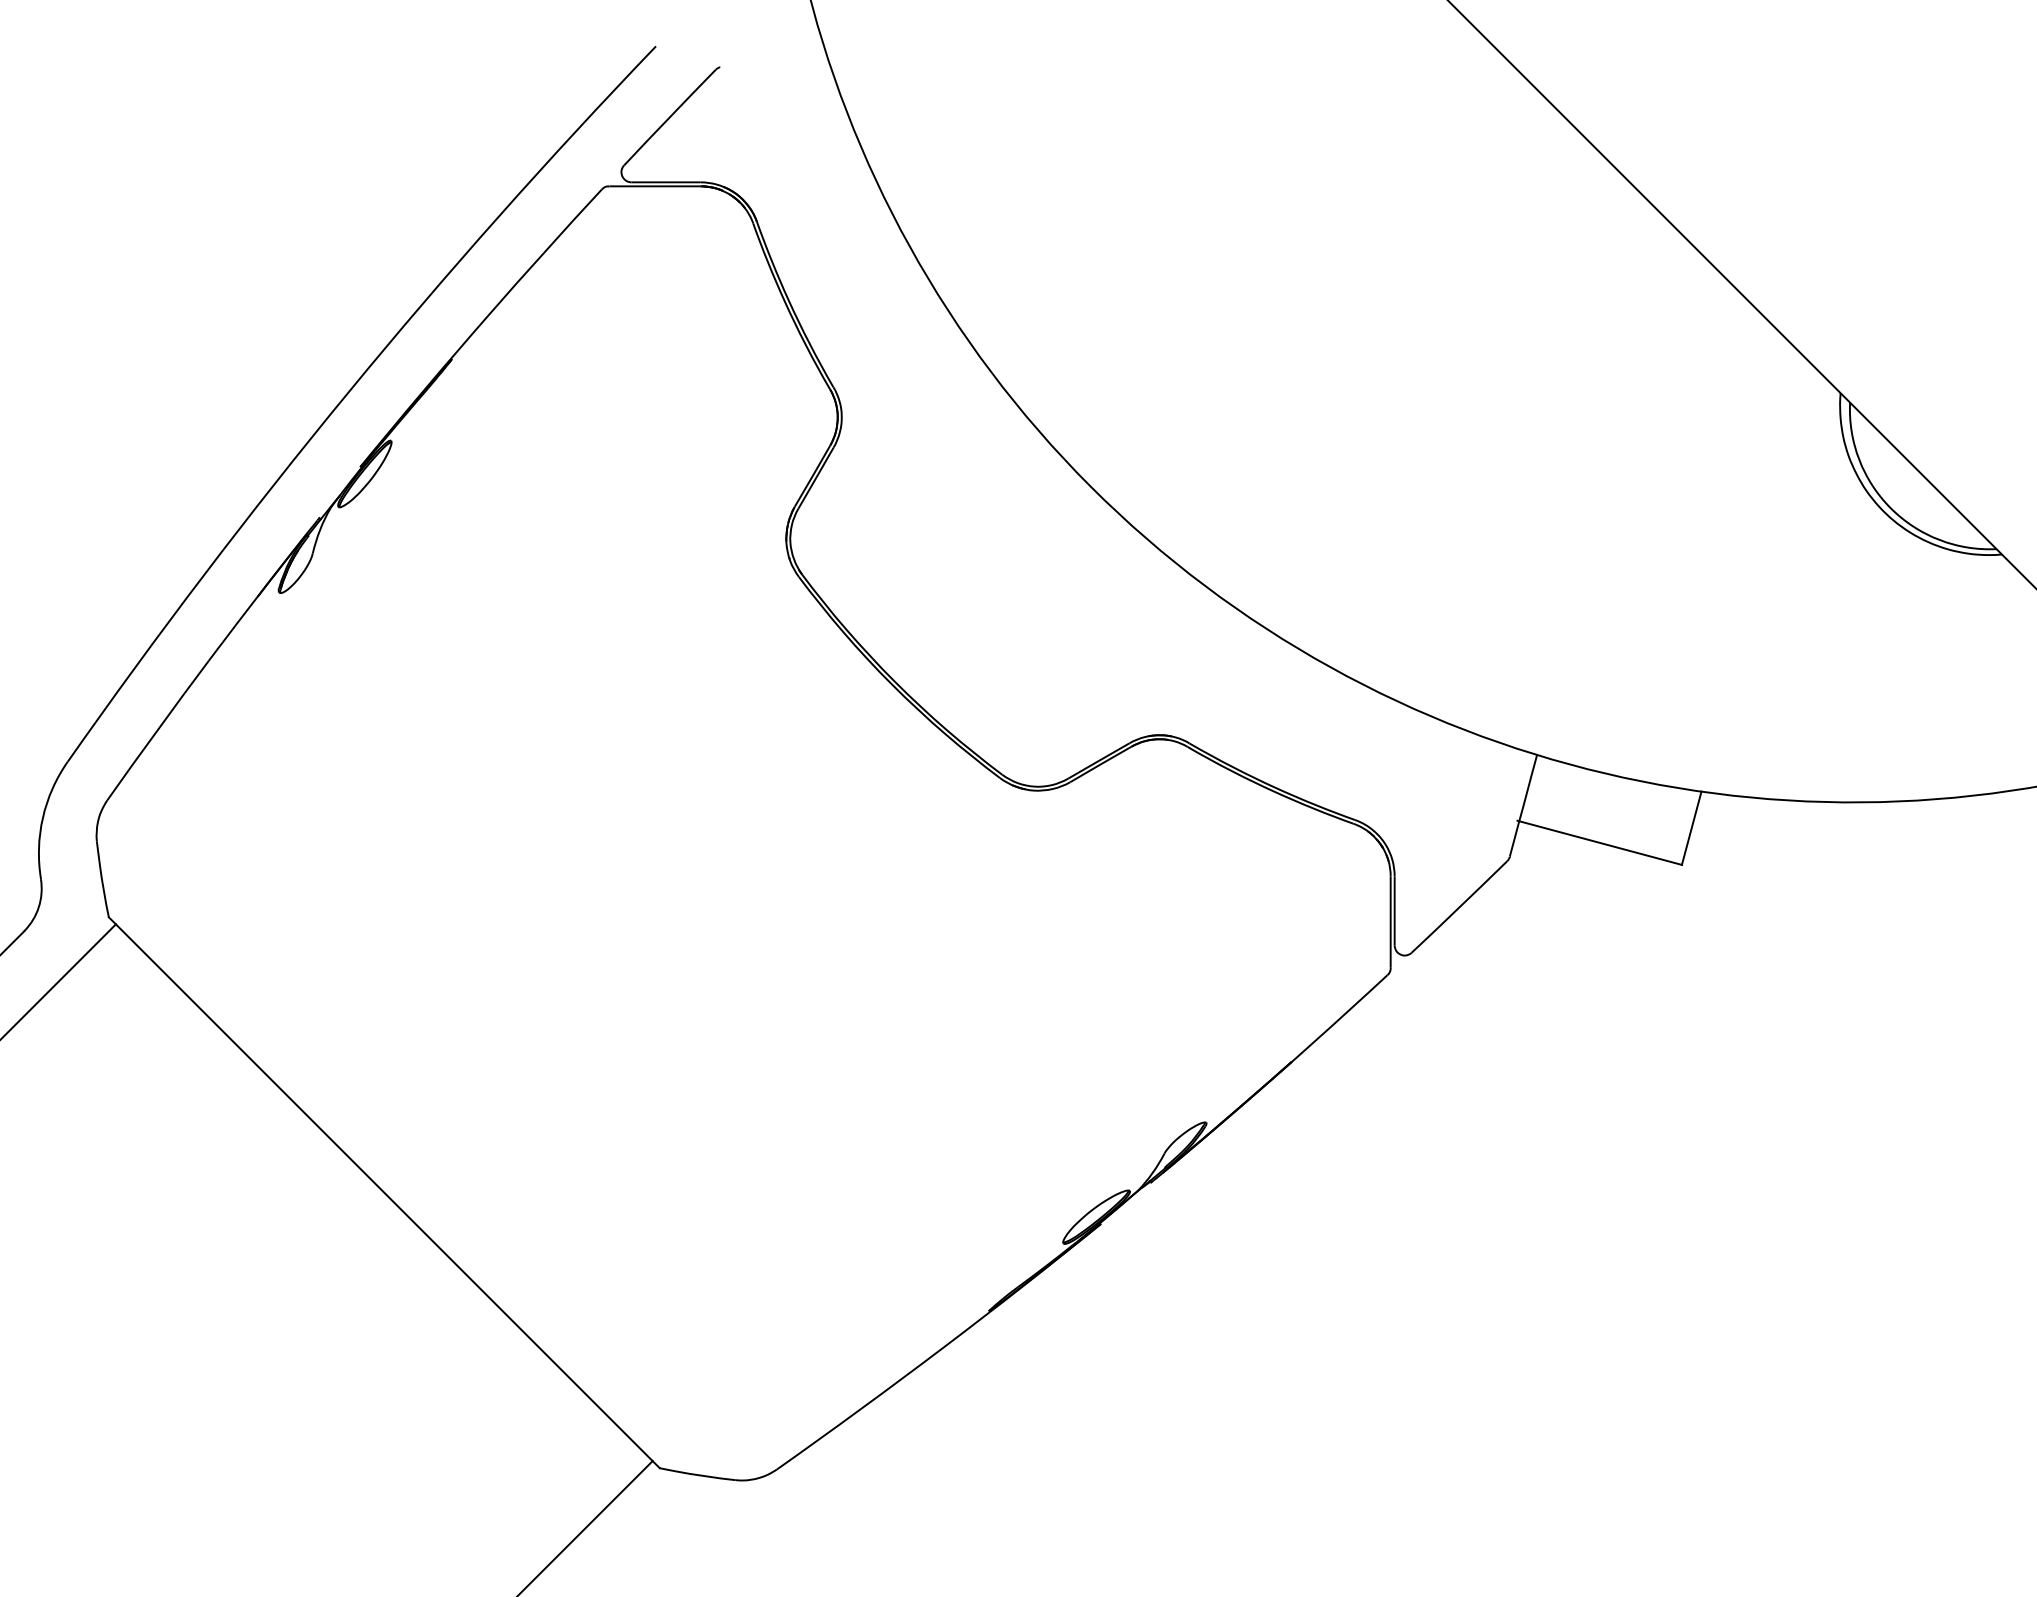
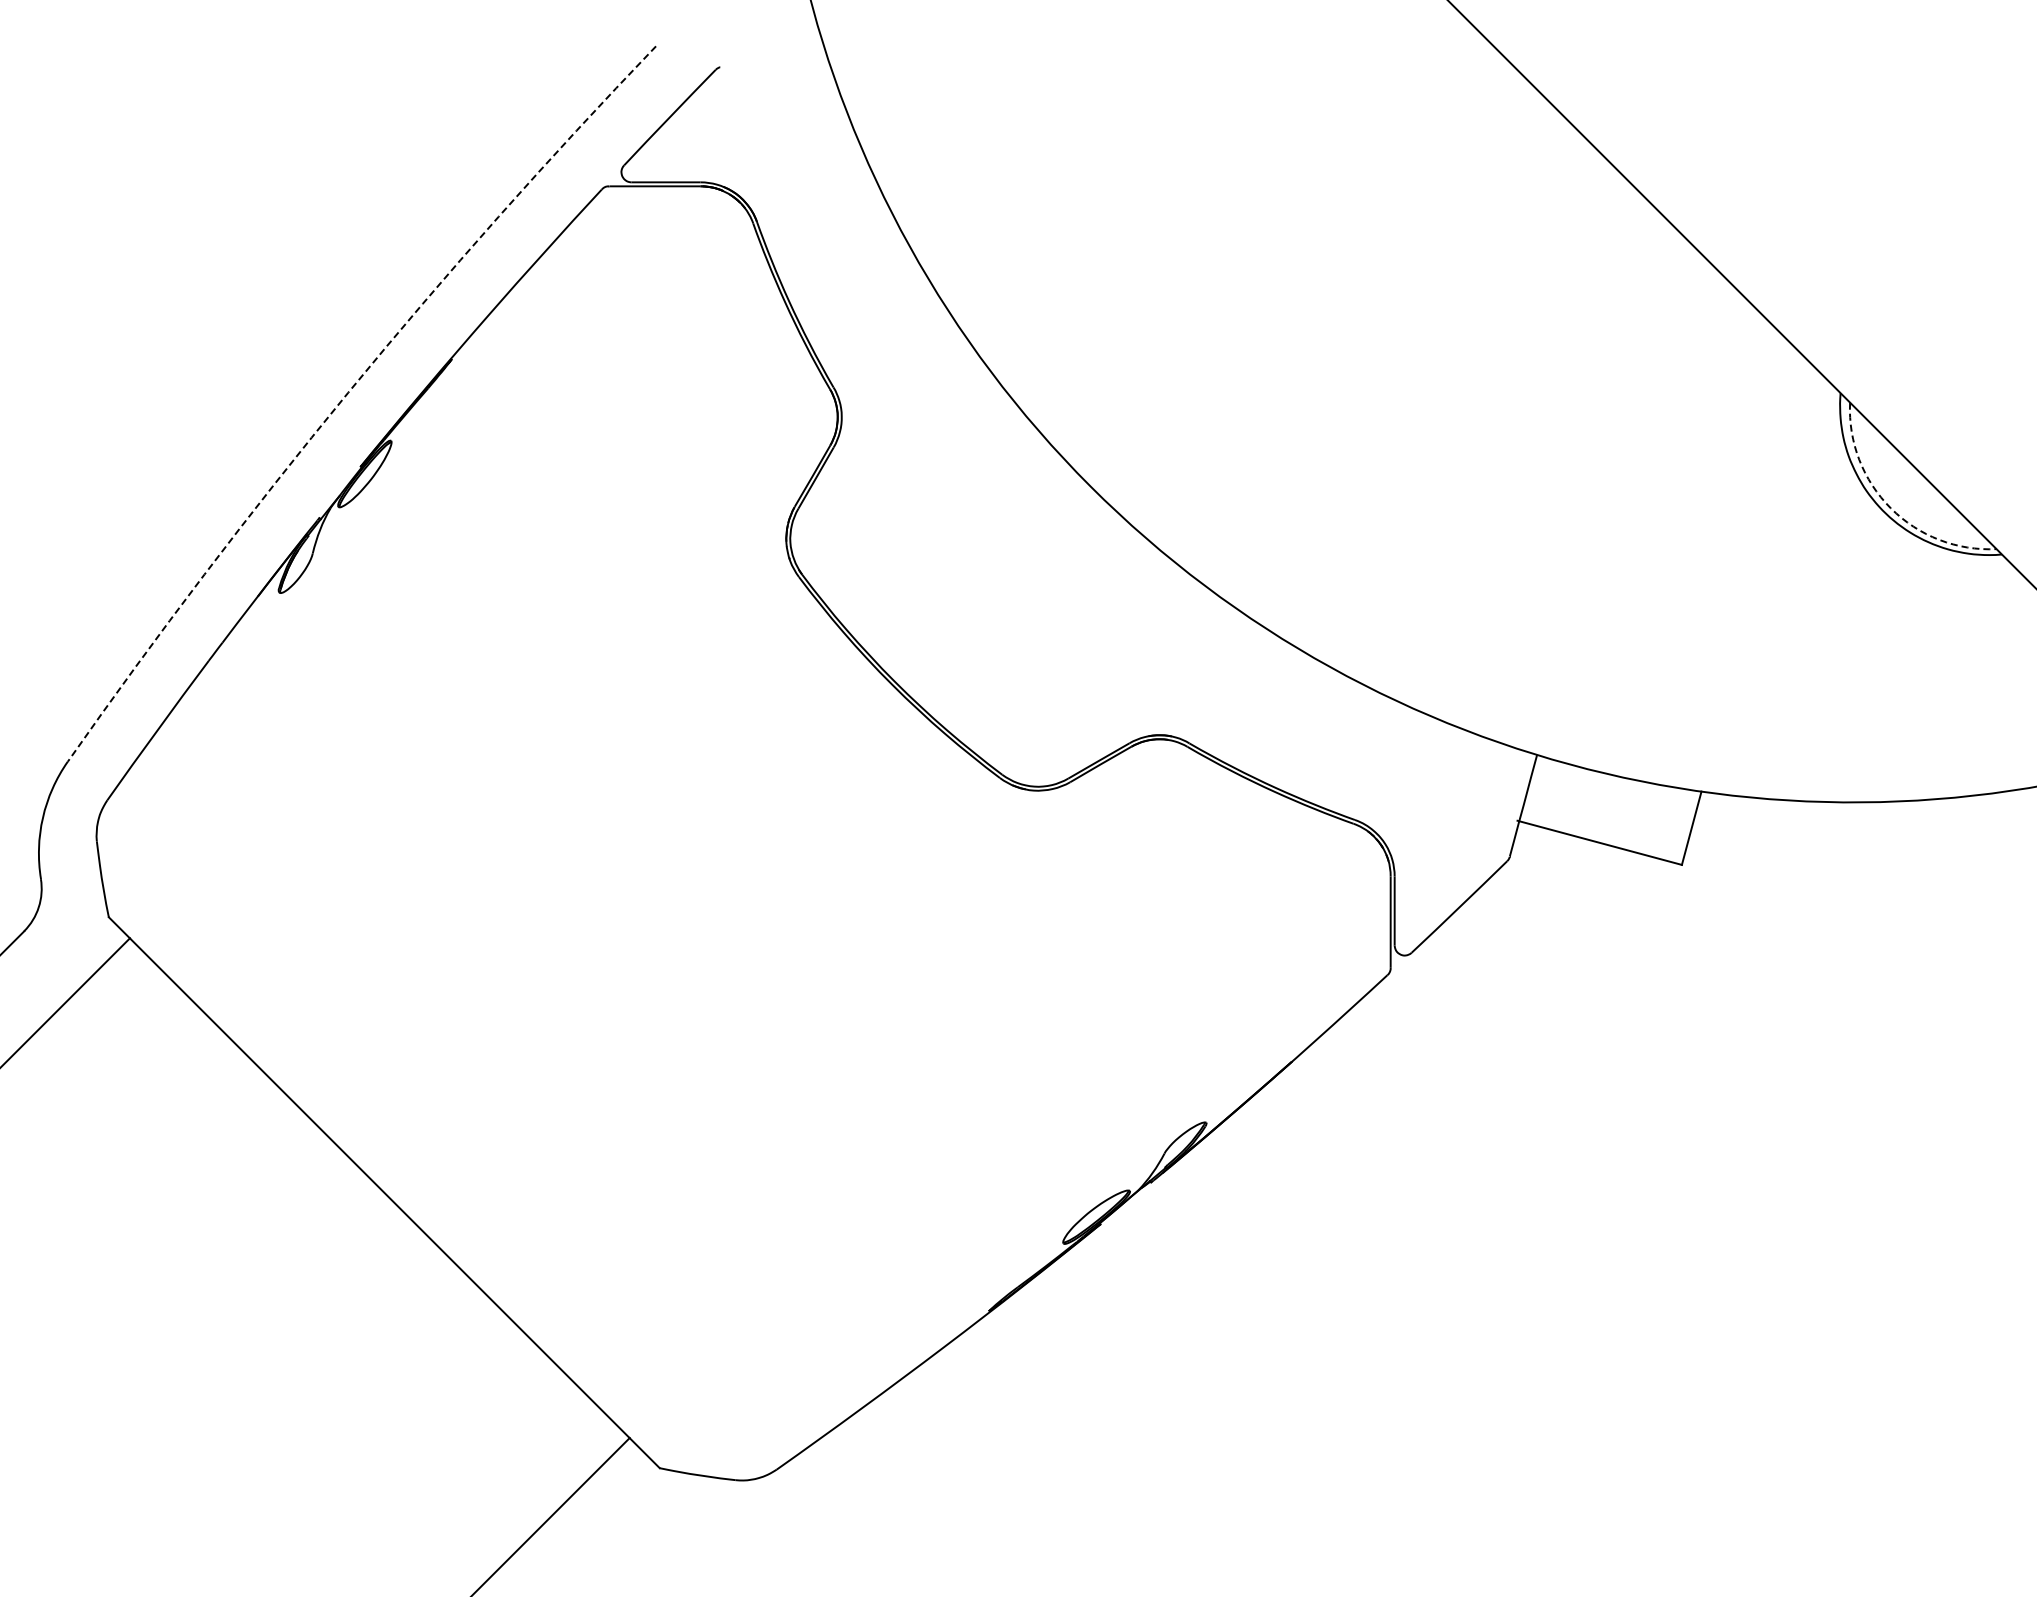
arc at (348, 392): solid -> dashed
arc at (1890, 508): solid -> dashed
line at (59, 981) position: (59, 981) -> (66, 1002)
line at (585, 1526) position: (585, 1526) -> (551, 1515)
